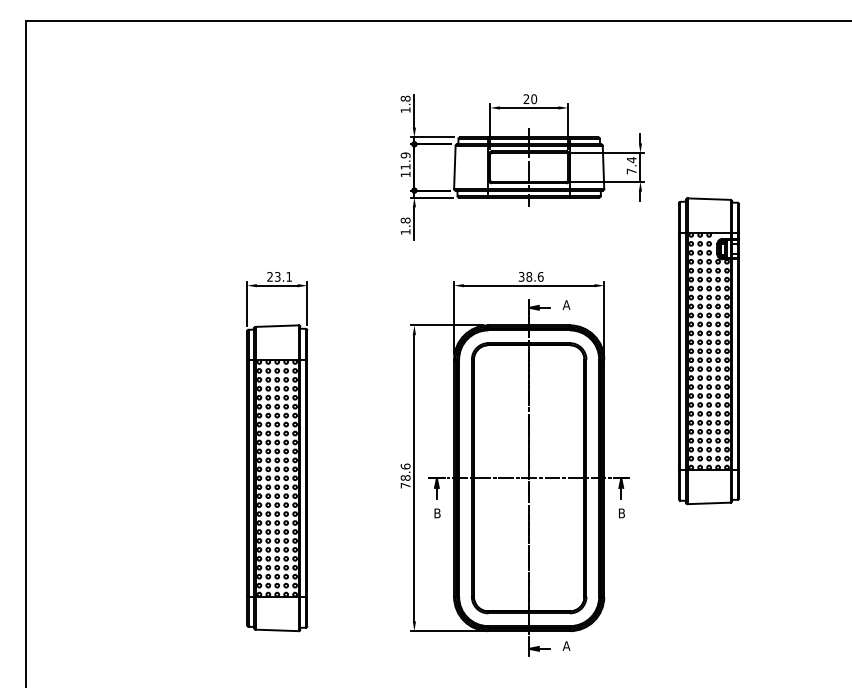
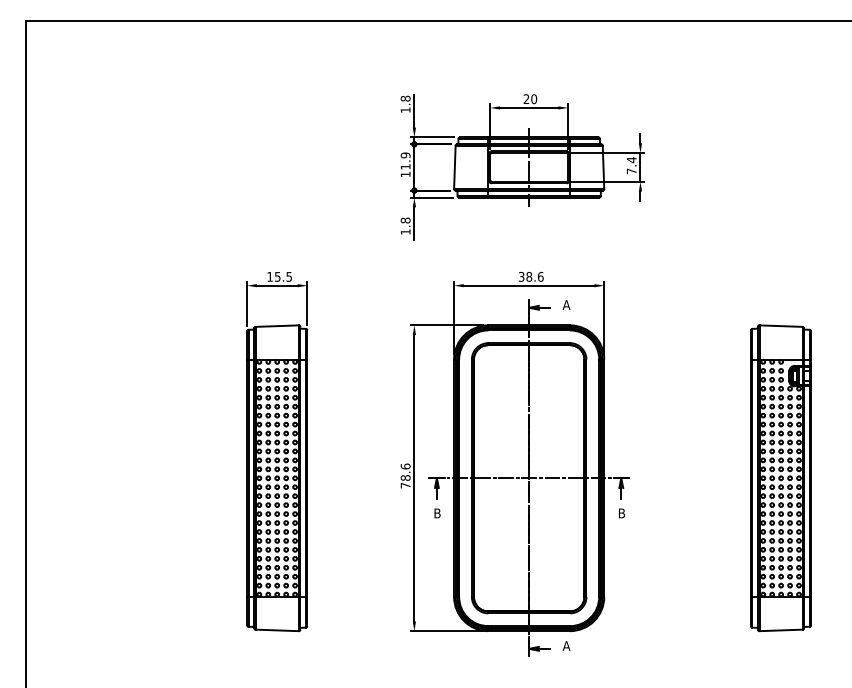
text at (279, 276): 23.1 -> 15.5
part at (708, 351) position: (708, 351) -> (780, 478)
